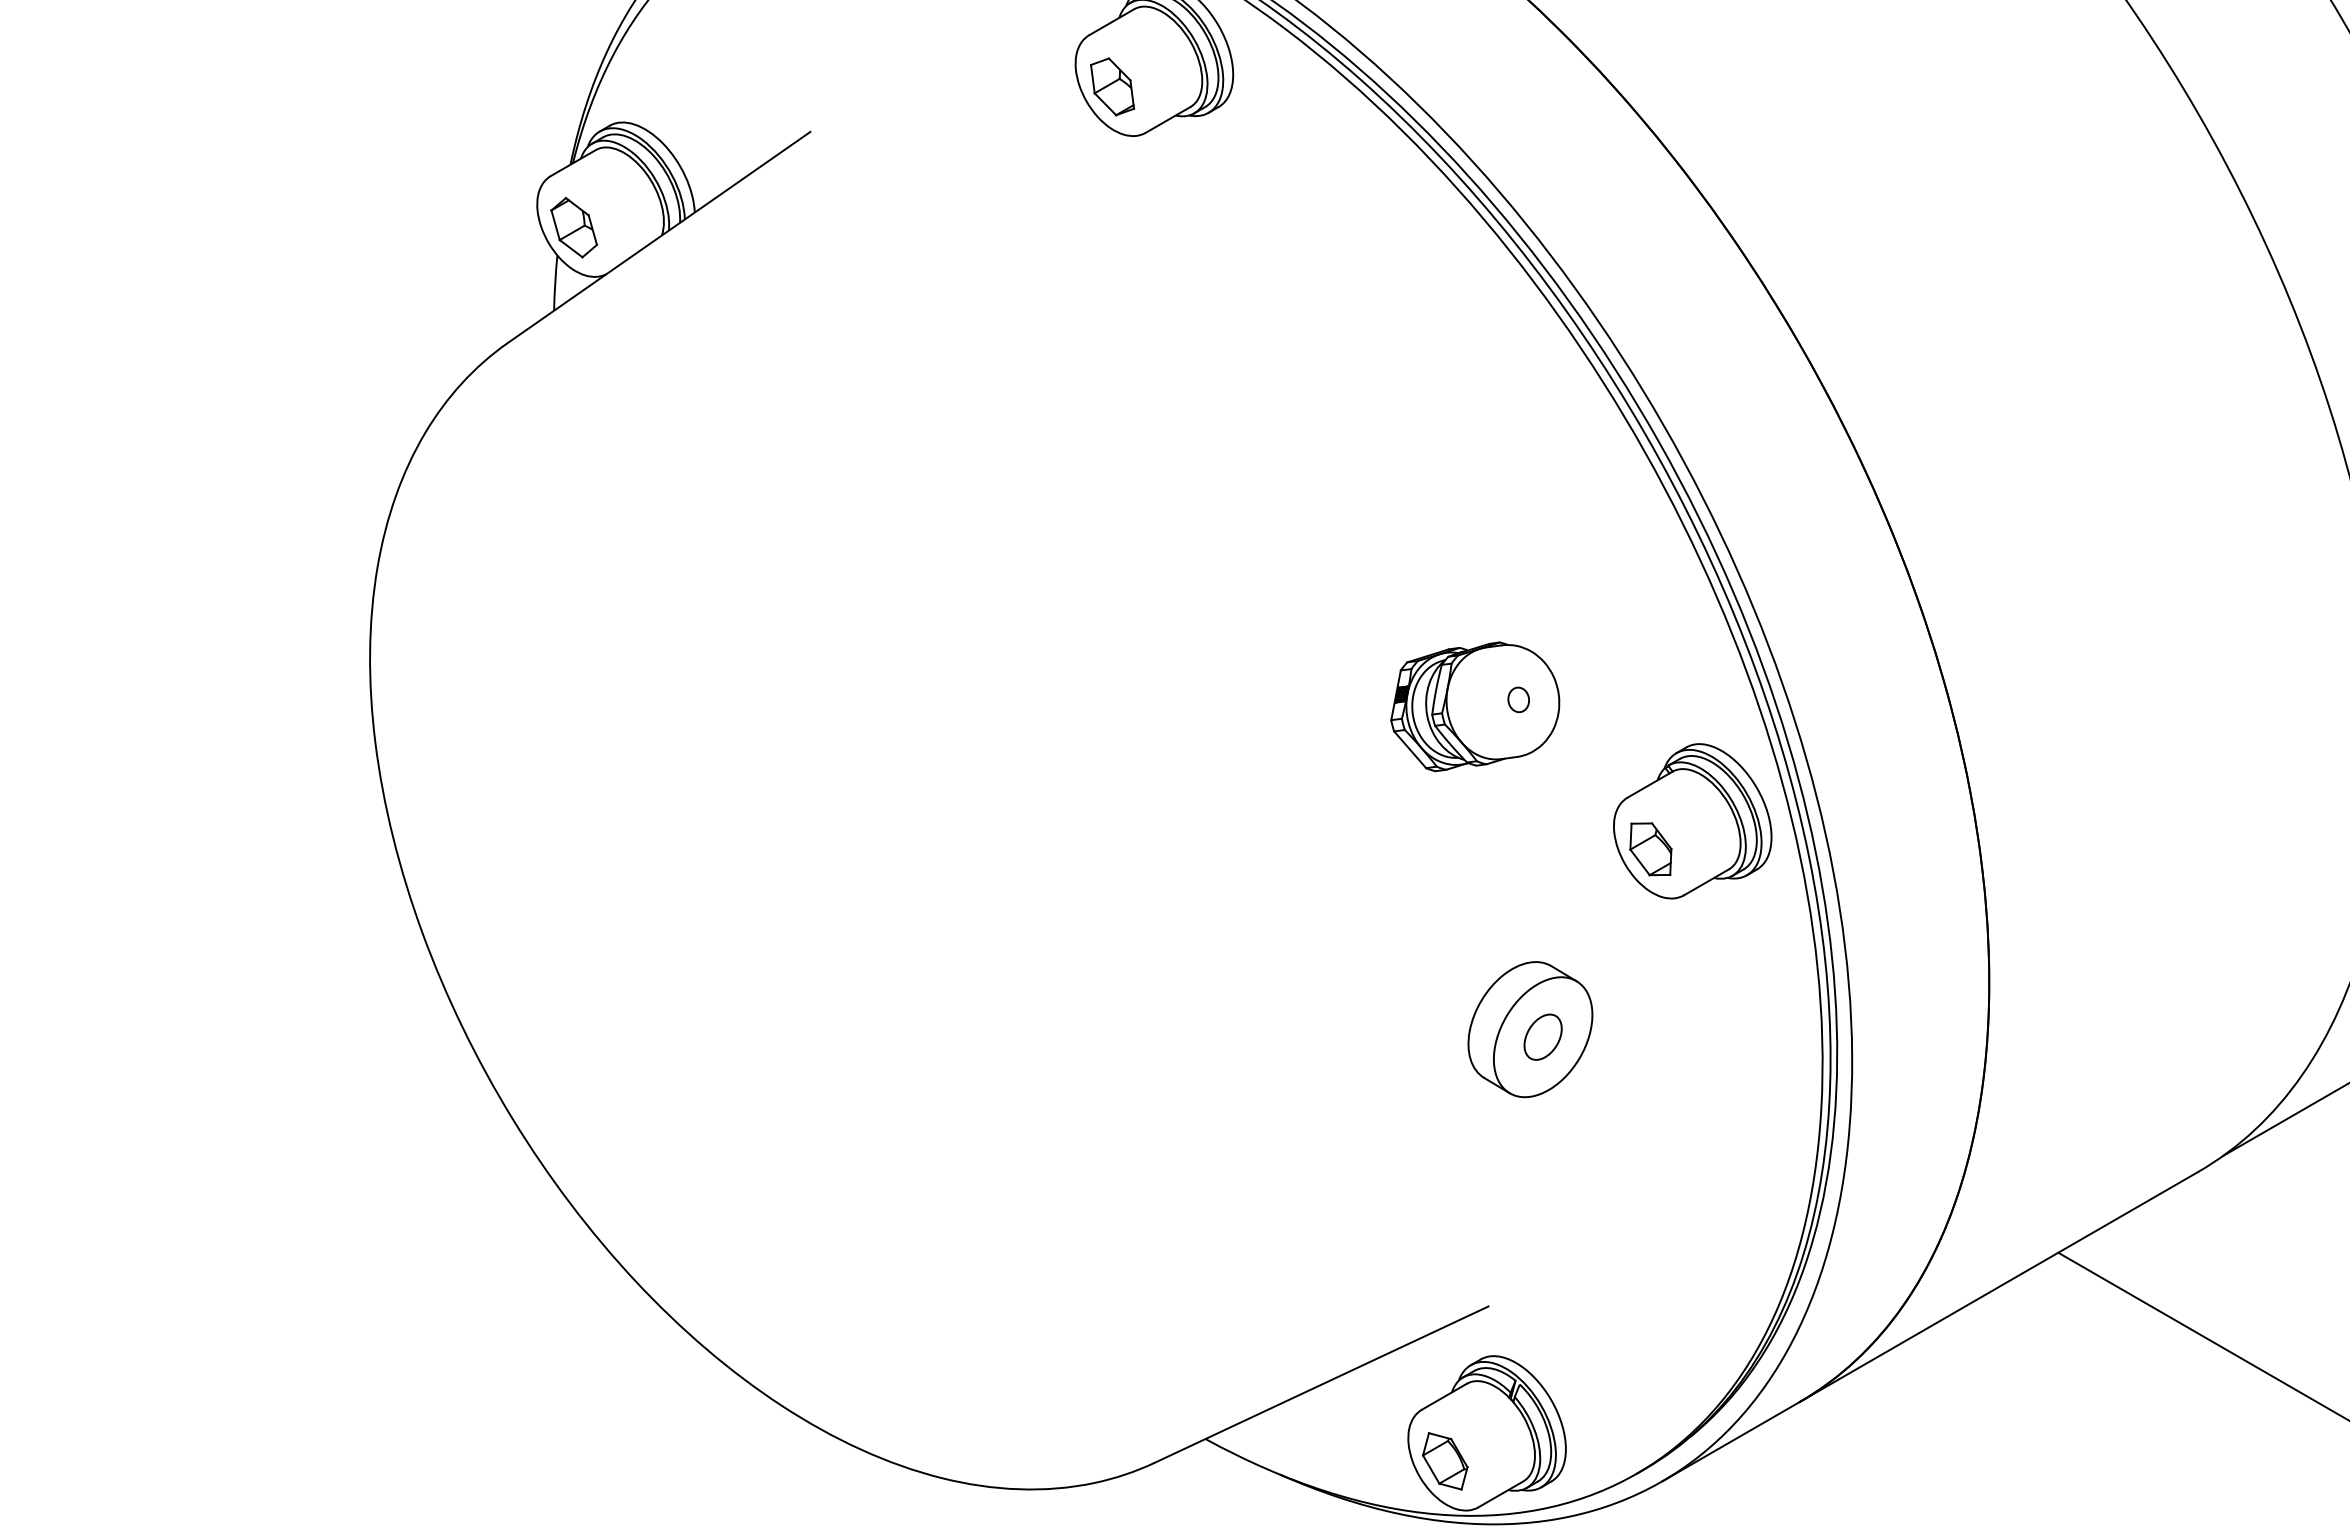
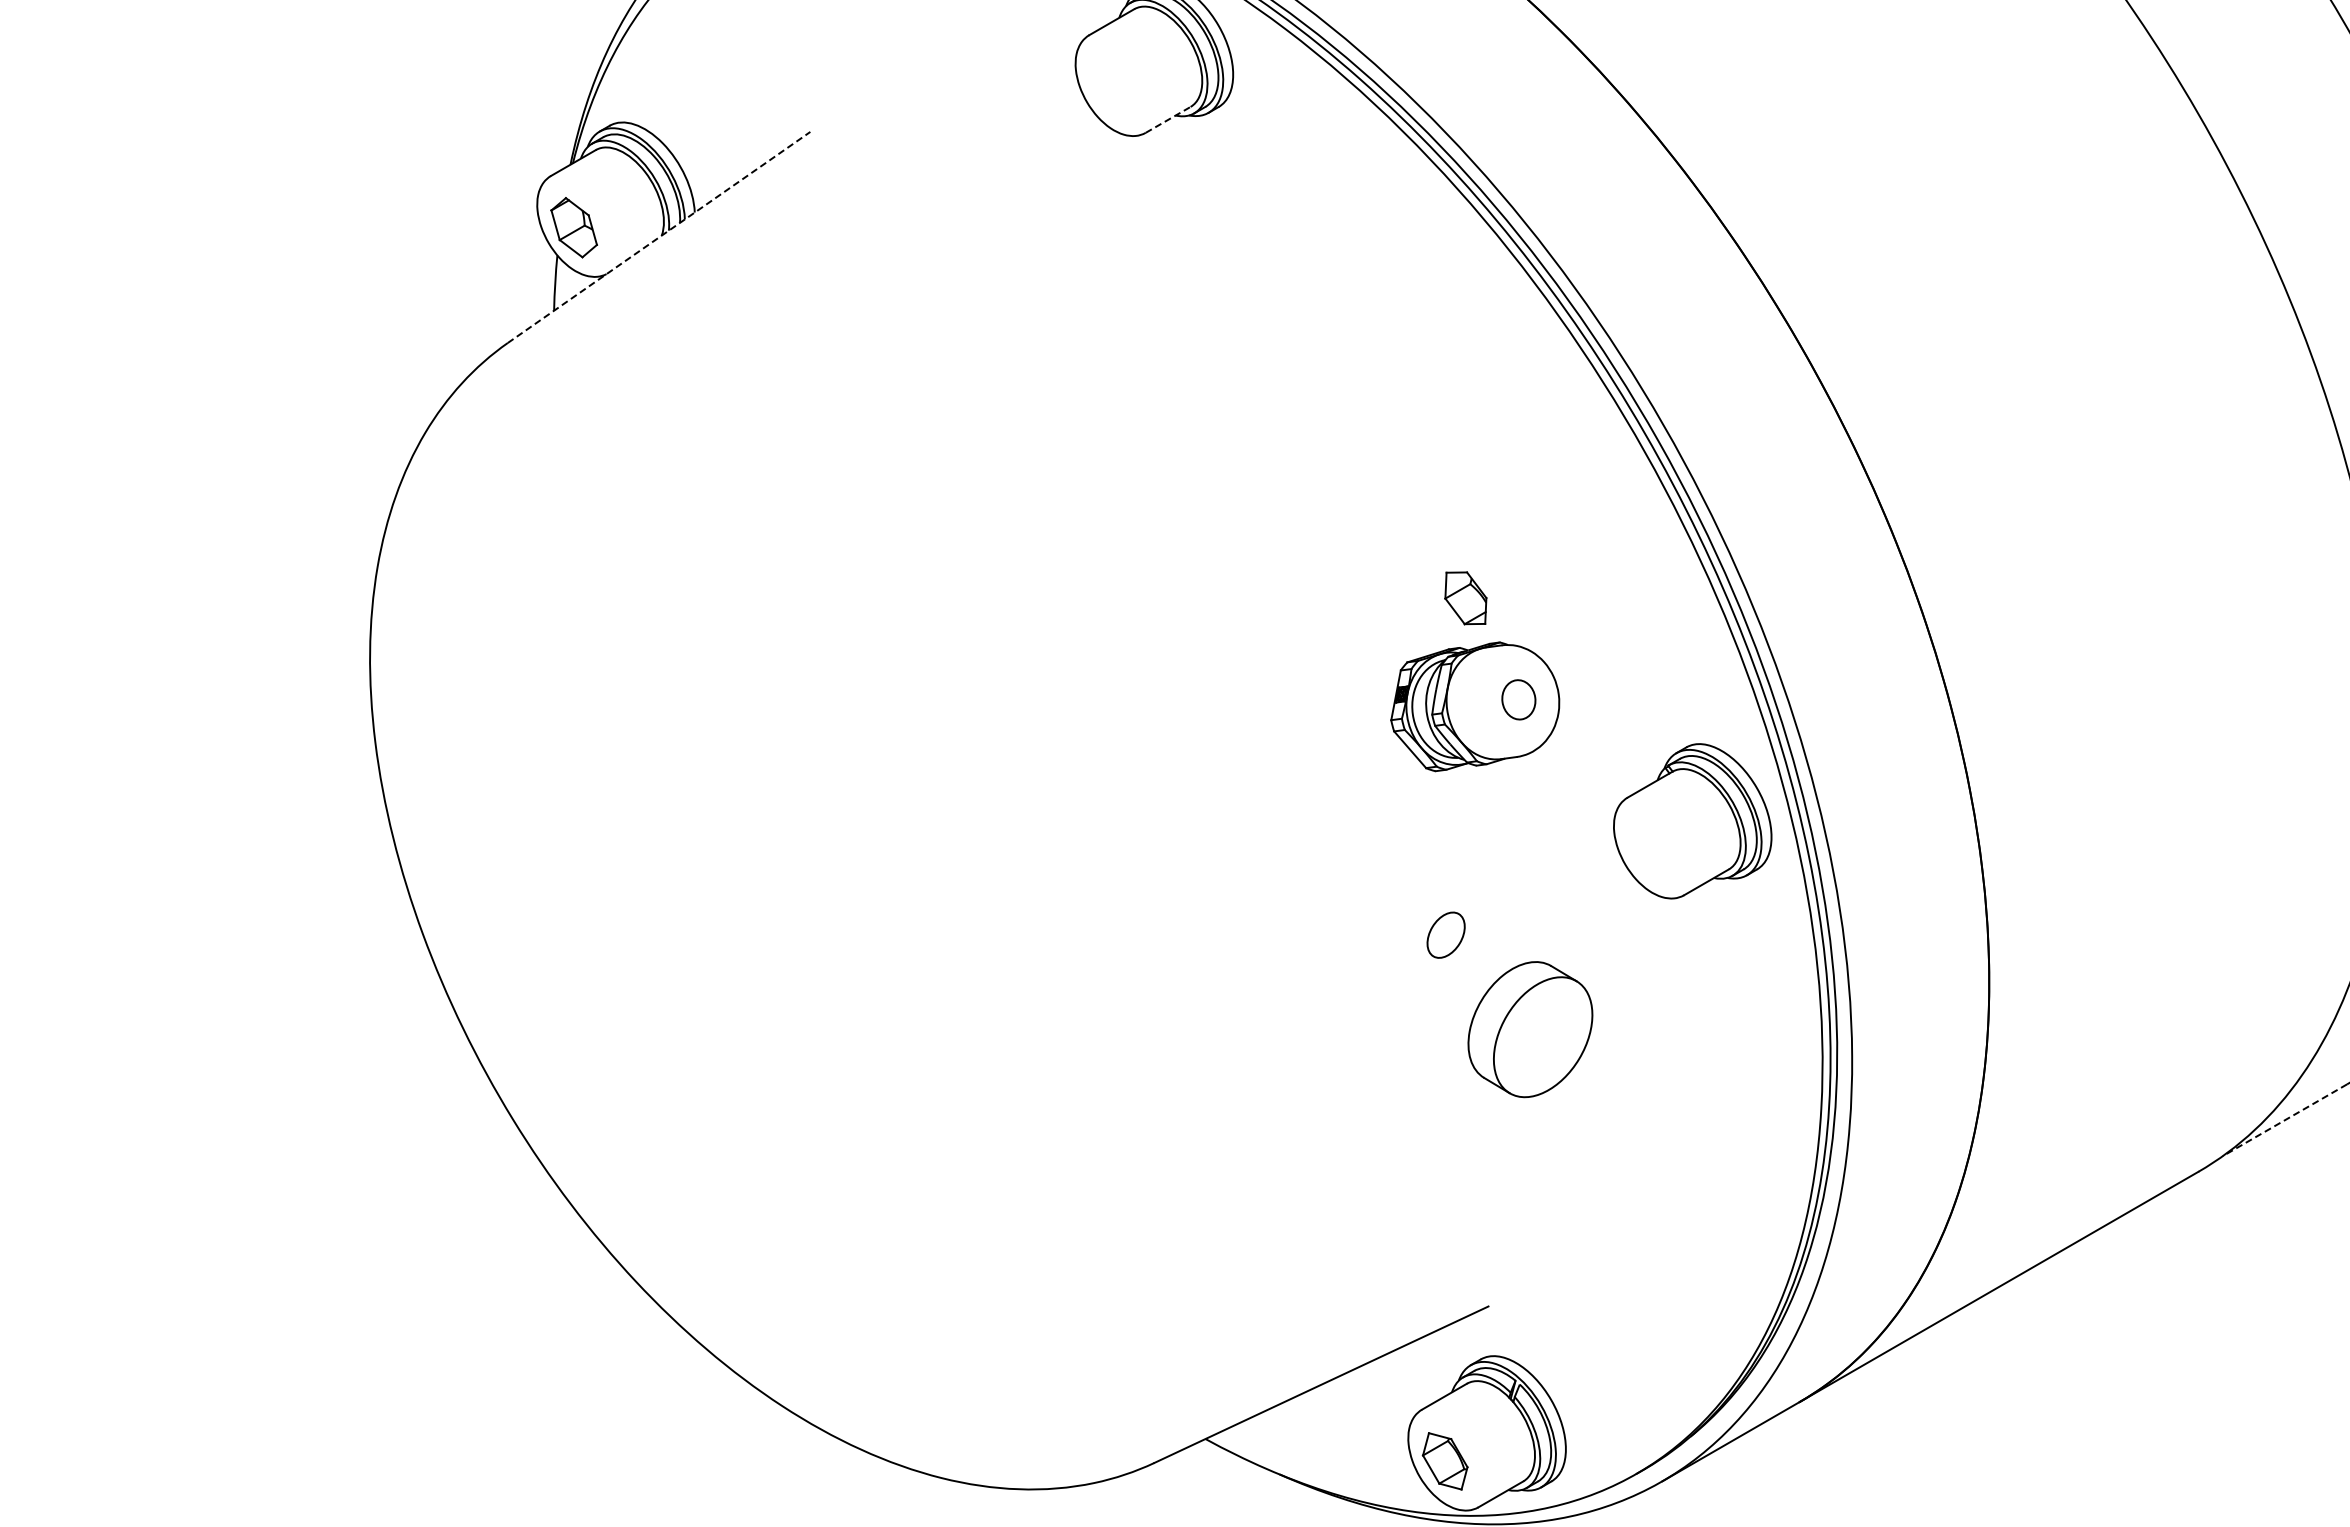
part at (1112, 86): present -> none
line at (1168, 119): solid -> dashed
line at (659, 237): solid -> dashed
part at (1518, 699) size: 23x28 px -> 36x42 px
part at (1650, 849) position: (1650, 849) -> (1465, 598)
part at (1542, 1036) position: (1542, 1036) -> (1445, 934)
line at (2285, 1120): solid -> dashed
line at (2202, 1335): present -> none
